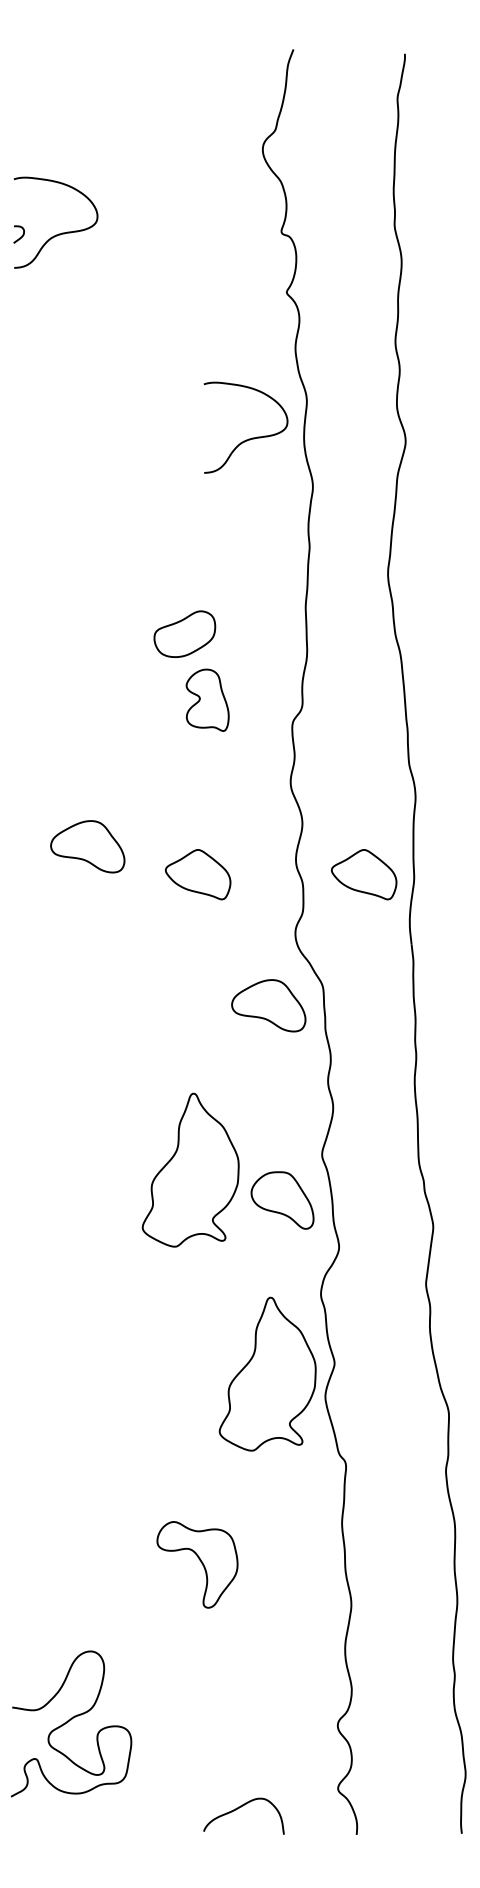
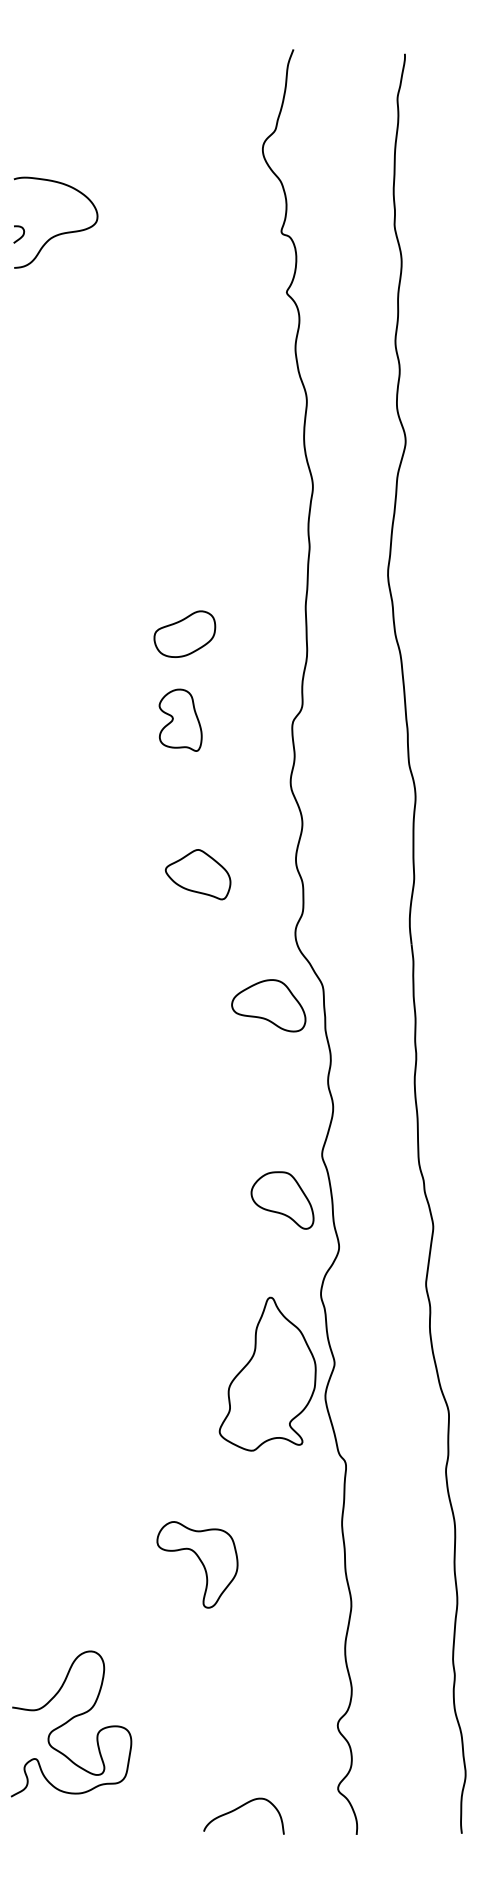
curve at (248, 438): present -> none
part at (207, 699) position: (207, 699) -> (180, 719)
part at (87, 846): present -> none
part at (363, 874): present -> none
part at (190, 1169): present -> none
